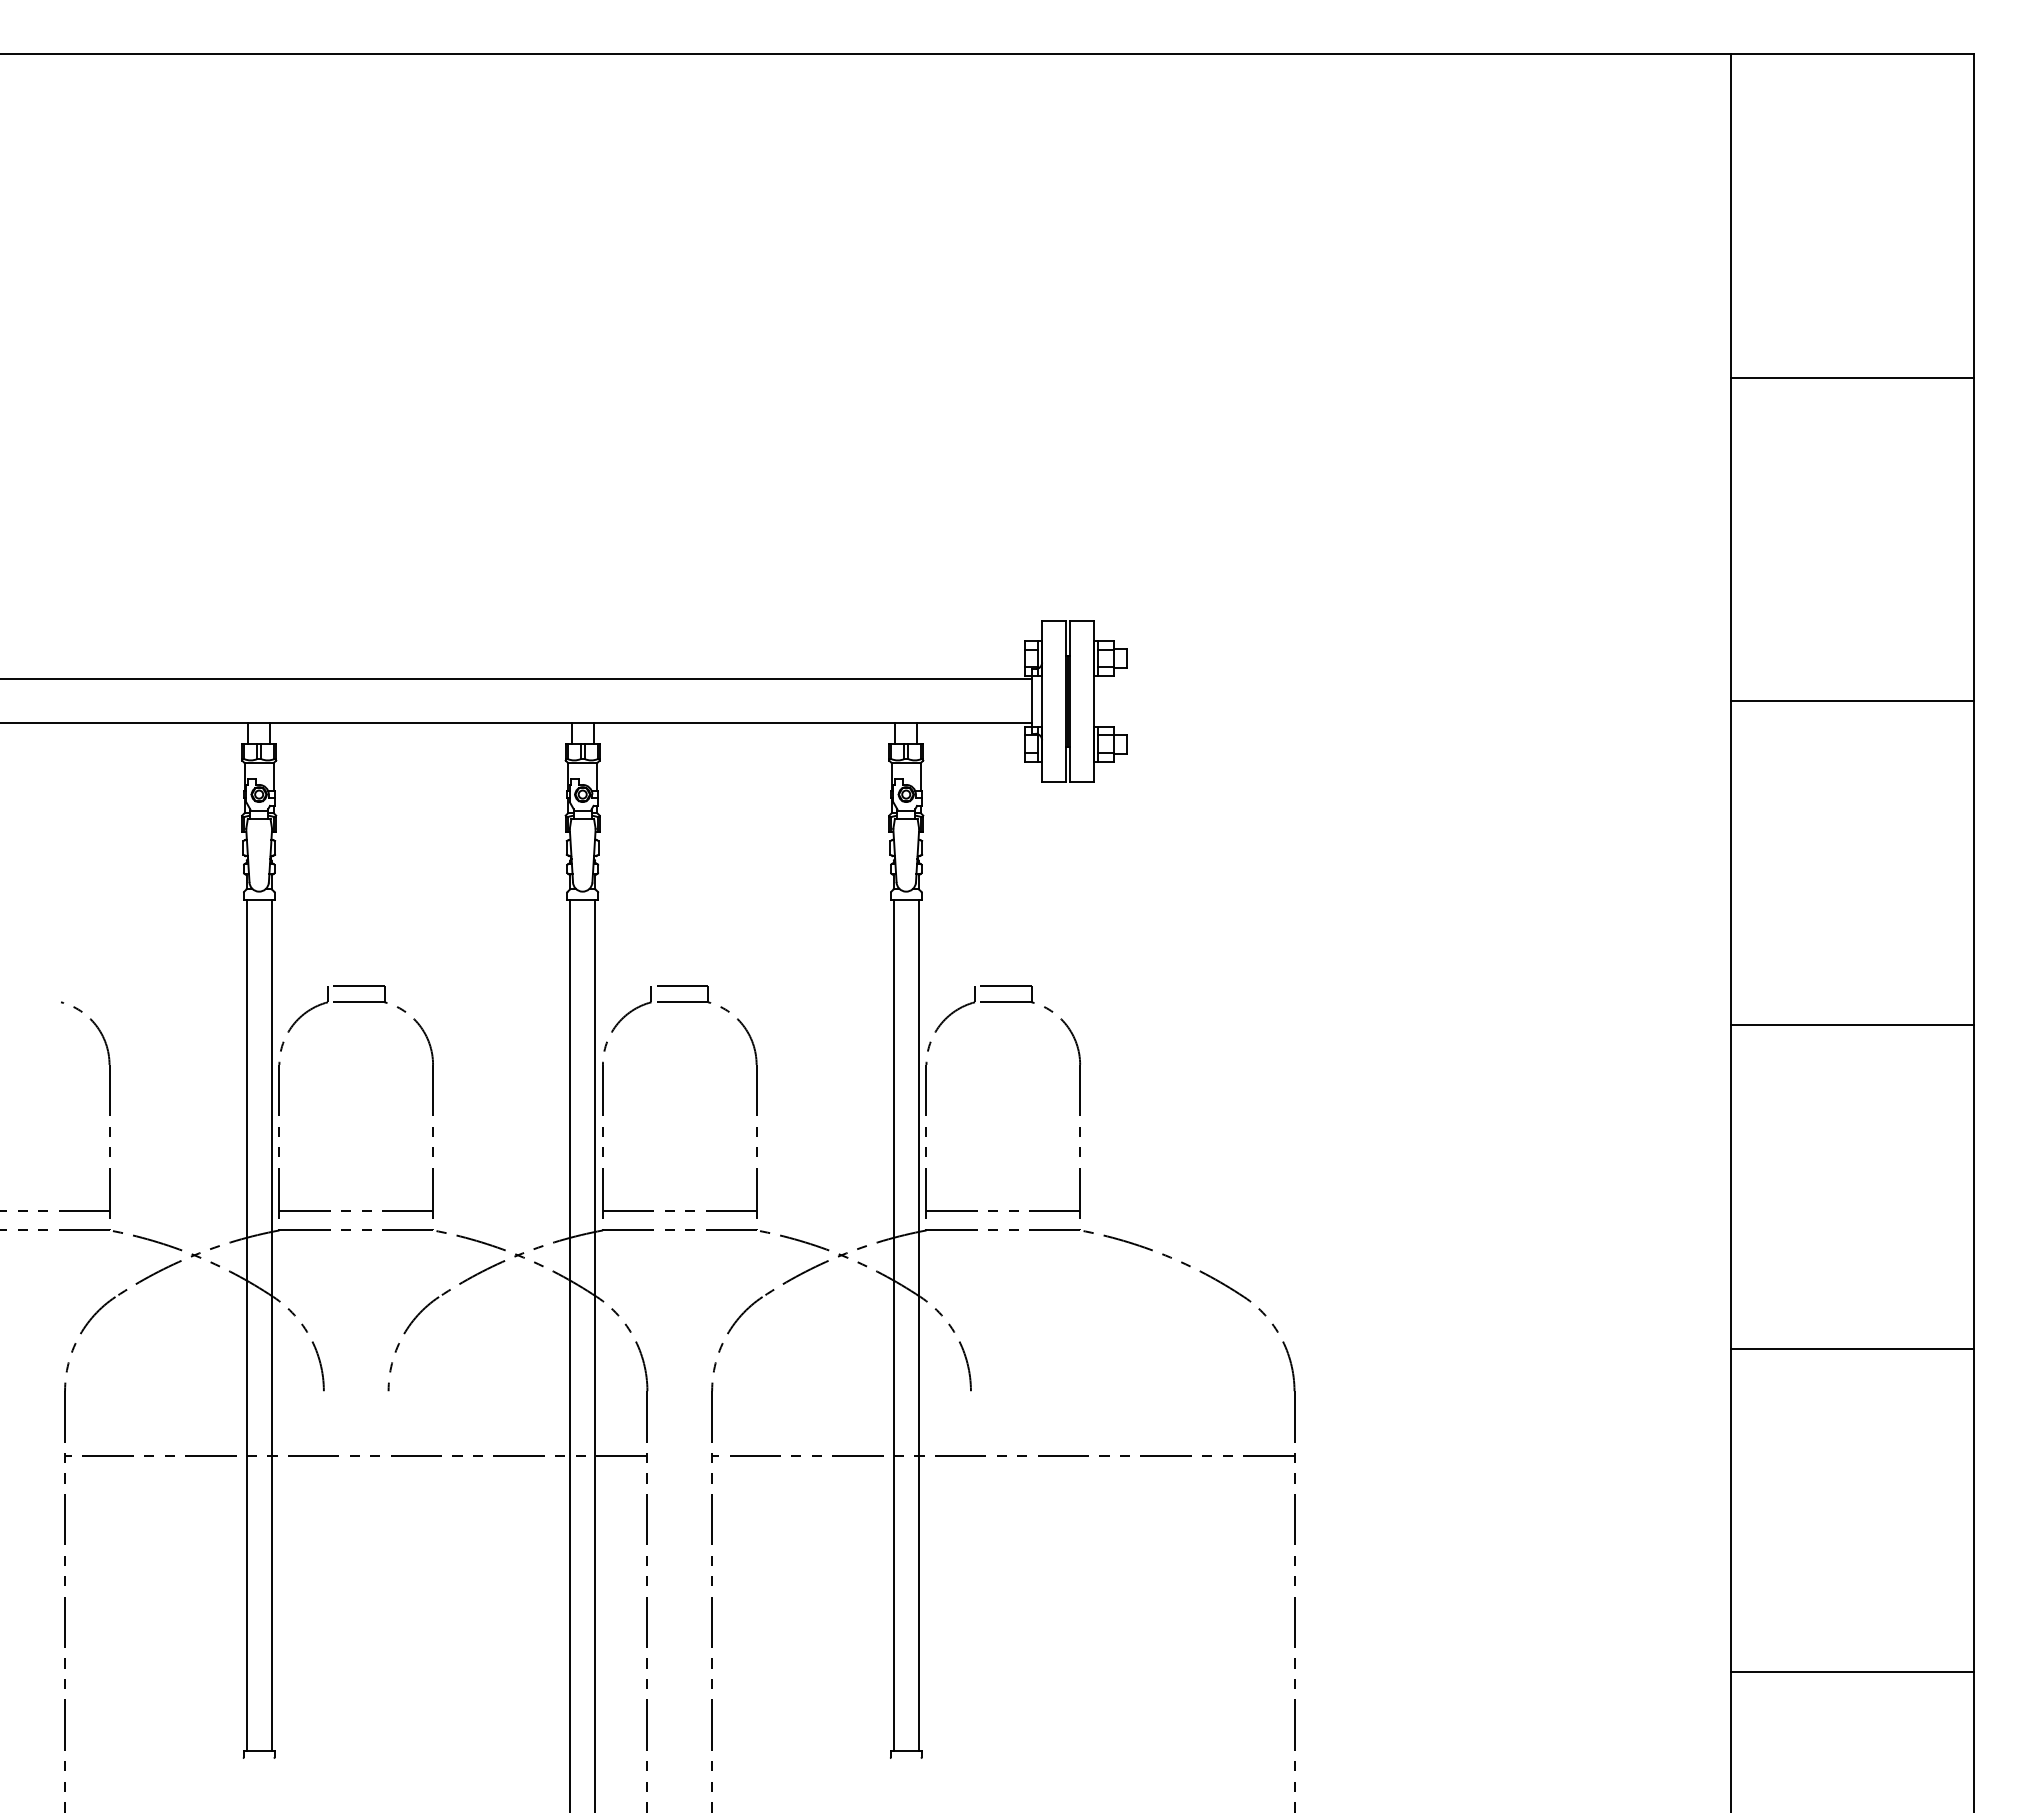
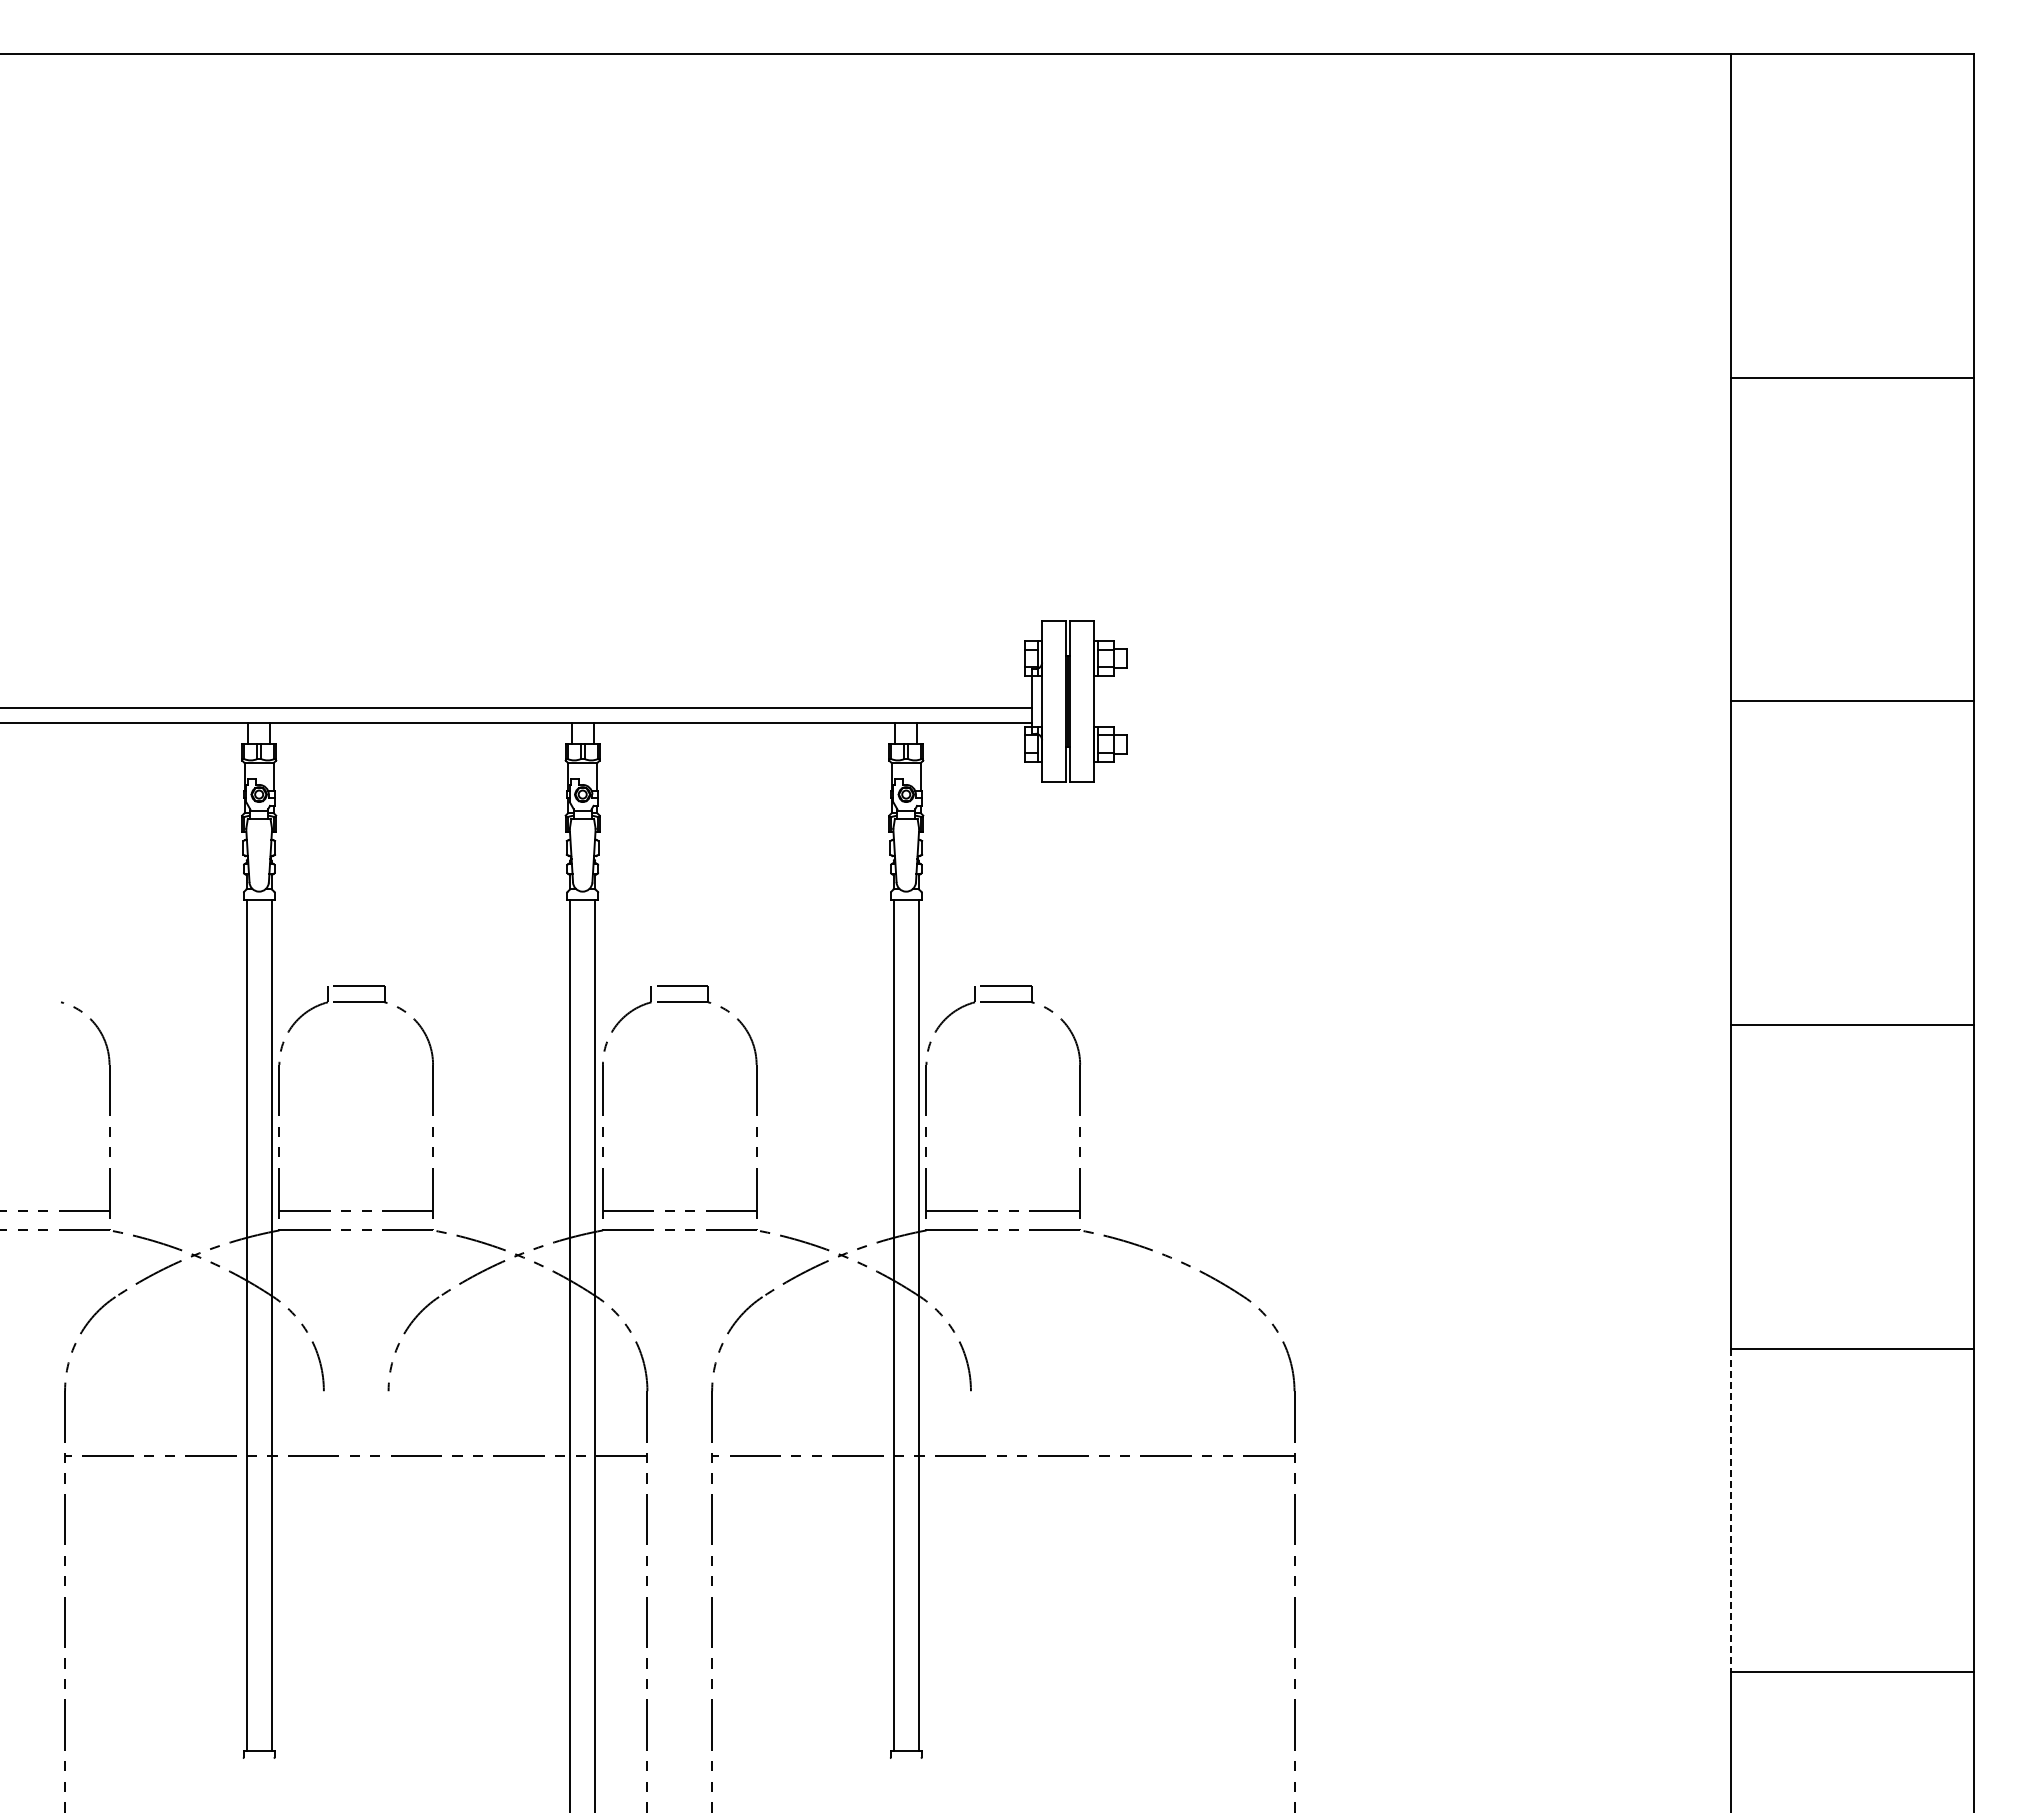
line at (517, 679) position: (517, 679) -> (517, 708)
line at (1731, 1510): solid -> dashed
